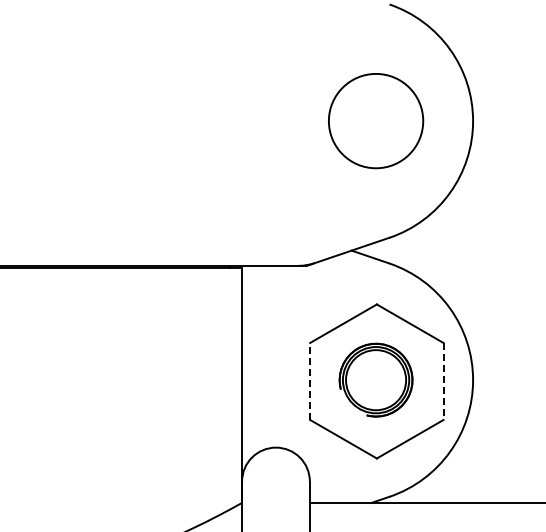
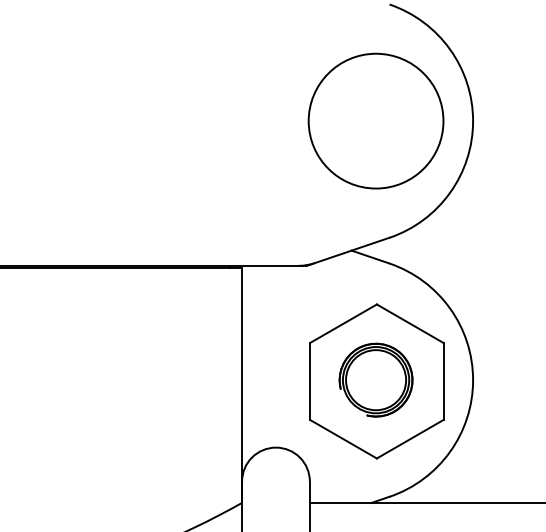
circle at (376, 121) size: 97x97 px -> 138x138 px
line at (310, 380): dashed -> solid
line at (443, 381): dashed -> solid
